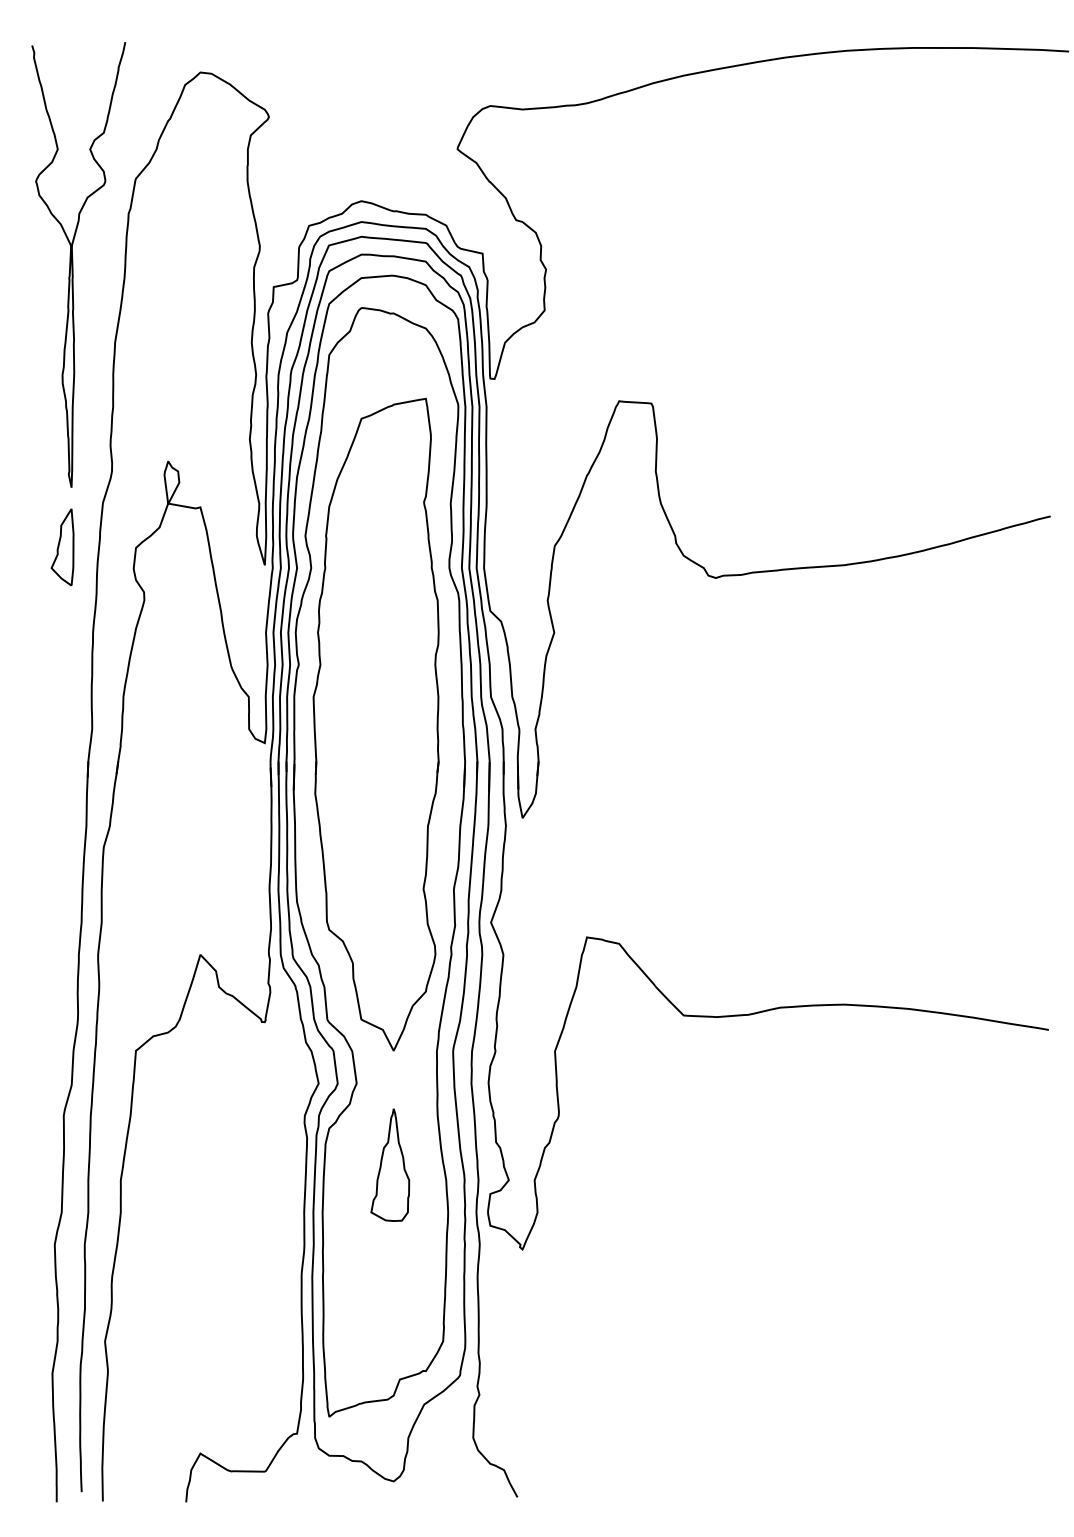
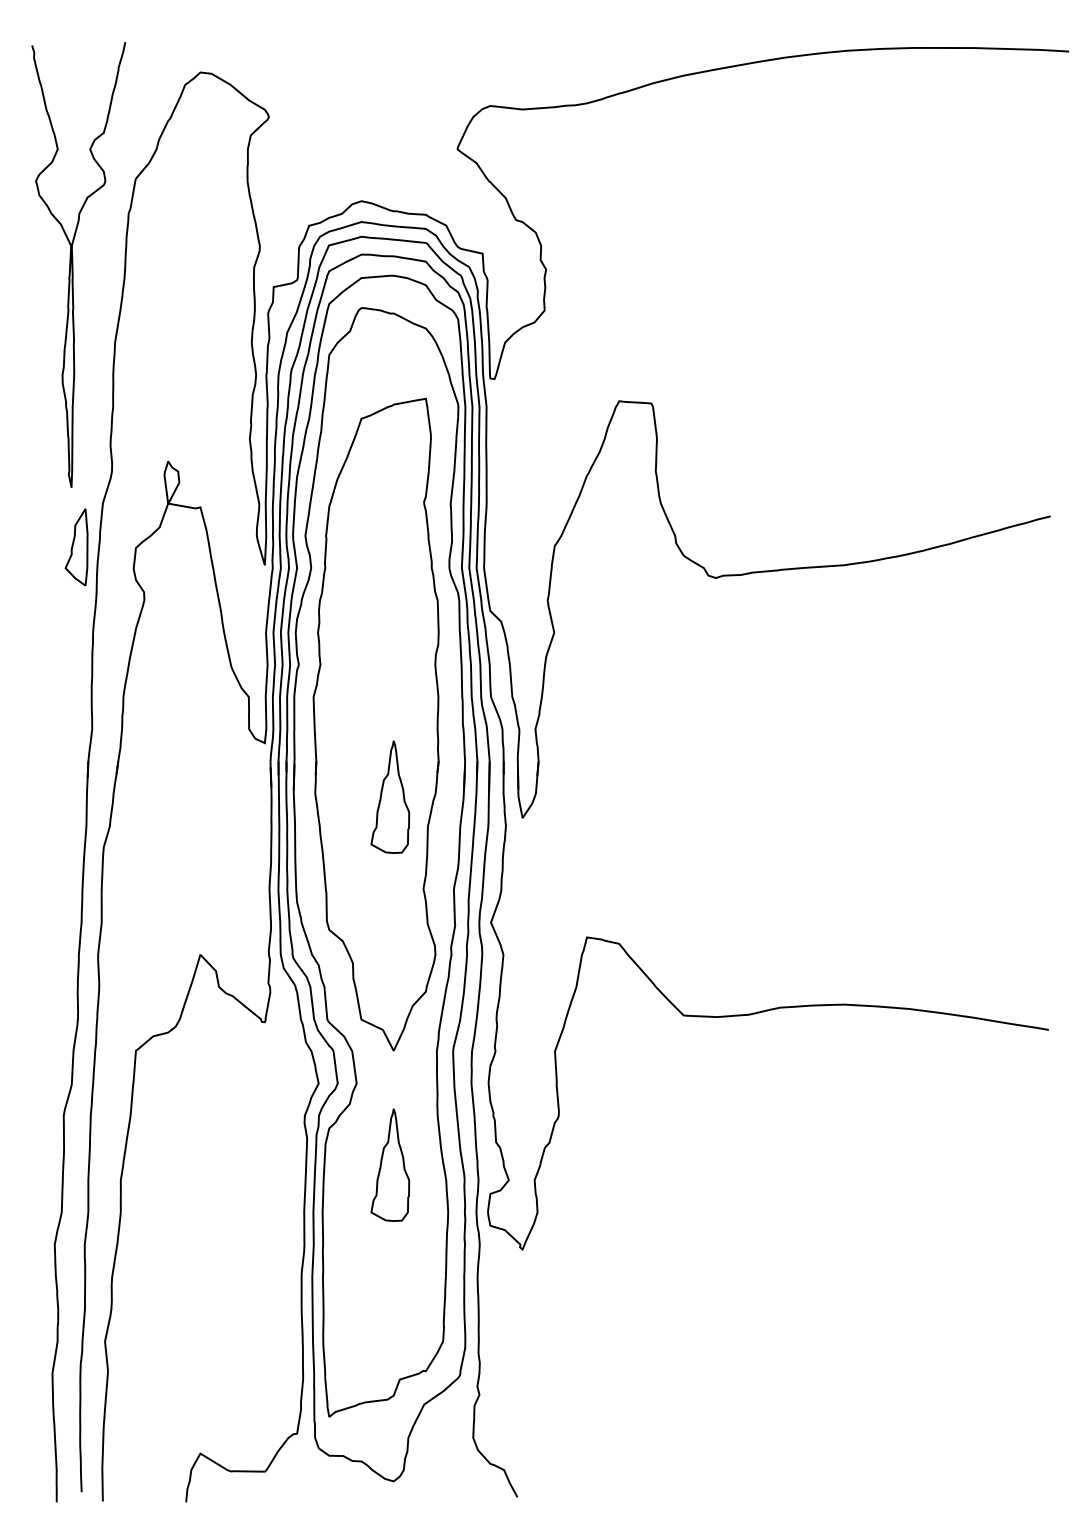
part at (62, 547) position: (62, 547) -> (76, 547)
part at (390, 796): none -> present
